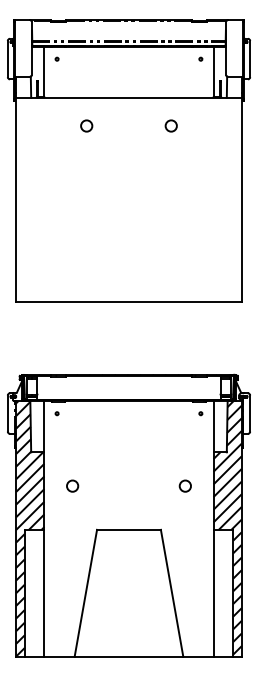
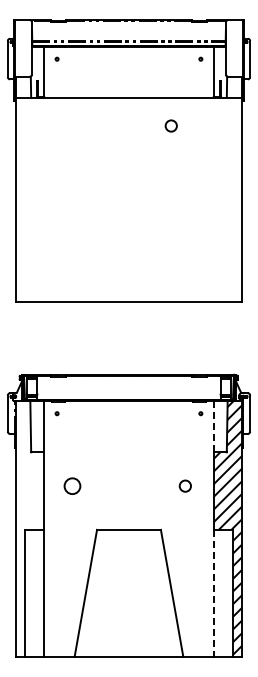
circle at (86, 125): present -> none
line at (213, 426): solid -> dashed
circle at (72, 485) size: 14x14 px -> 19x18 px
hatch at (30, 528): present -> none
line at (213, 593): solid -> dashed
